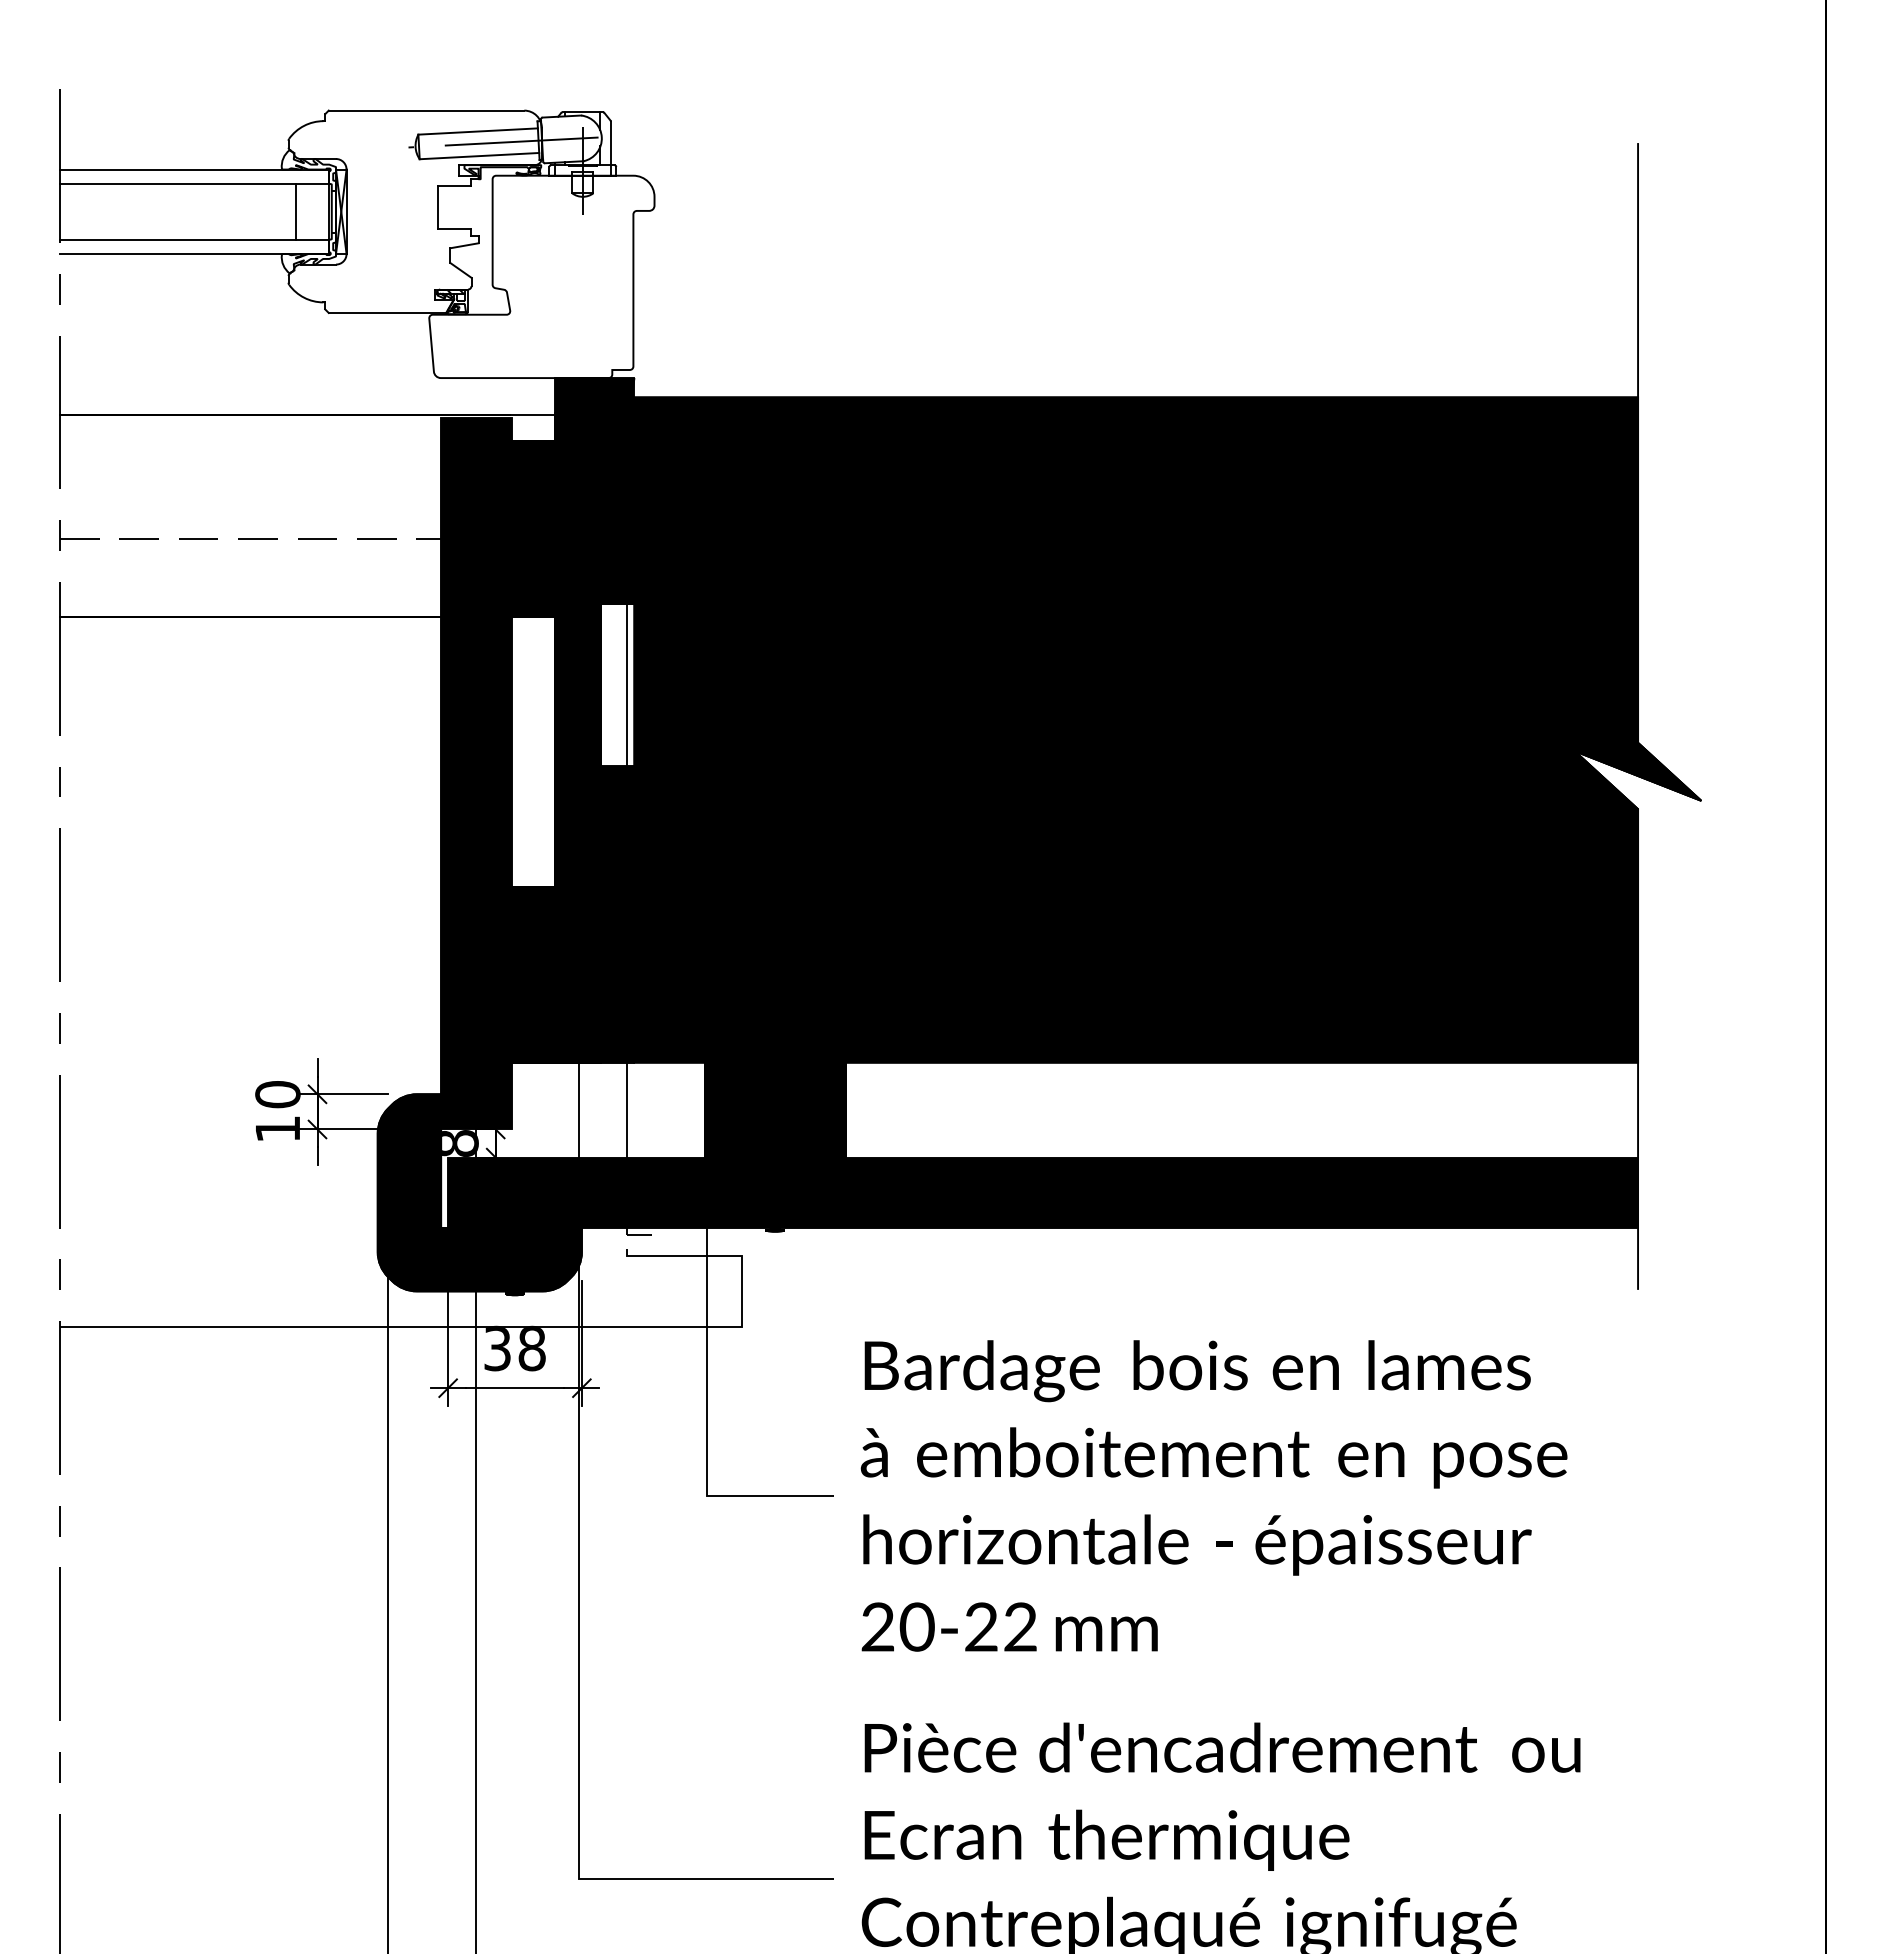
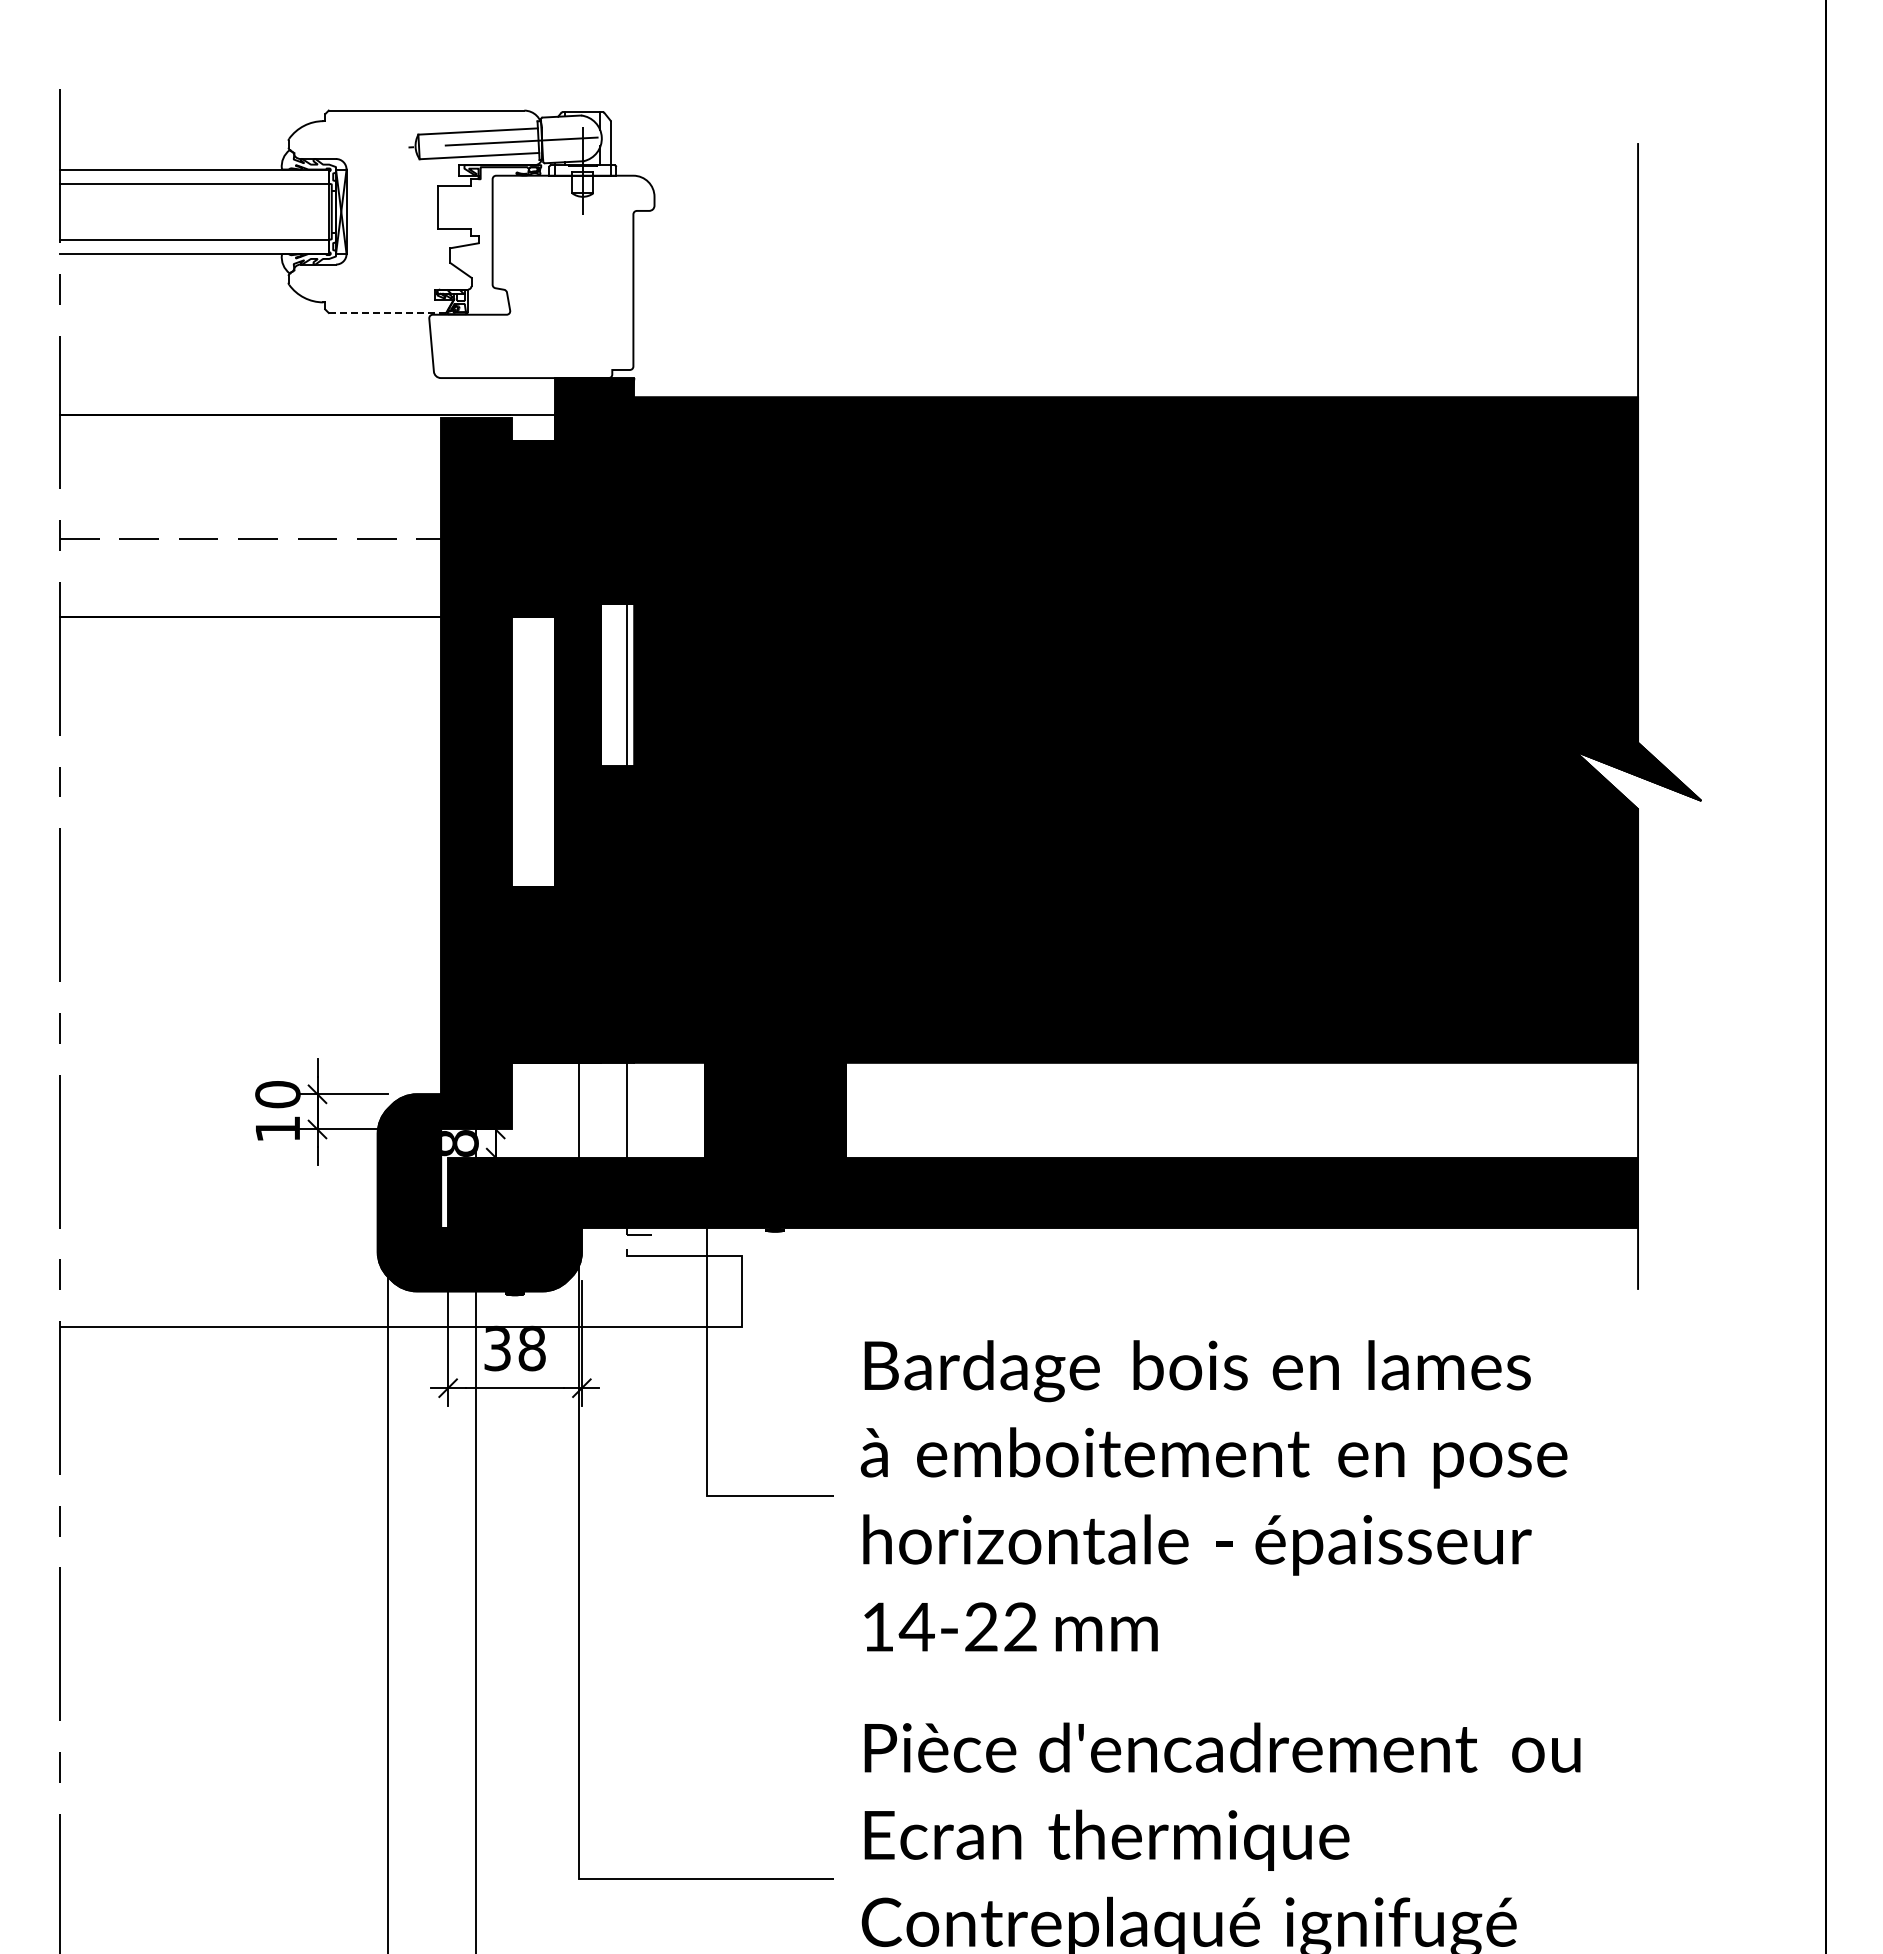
line at (295, 211): present -> none
line at (387, 312): solid -> dashed
text at (897, 1626): 20-22 -> 14-22
